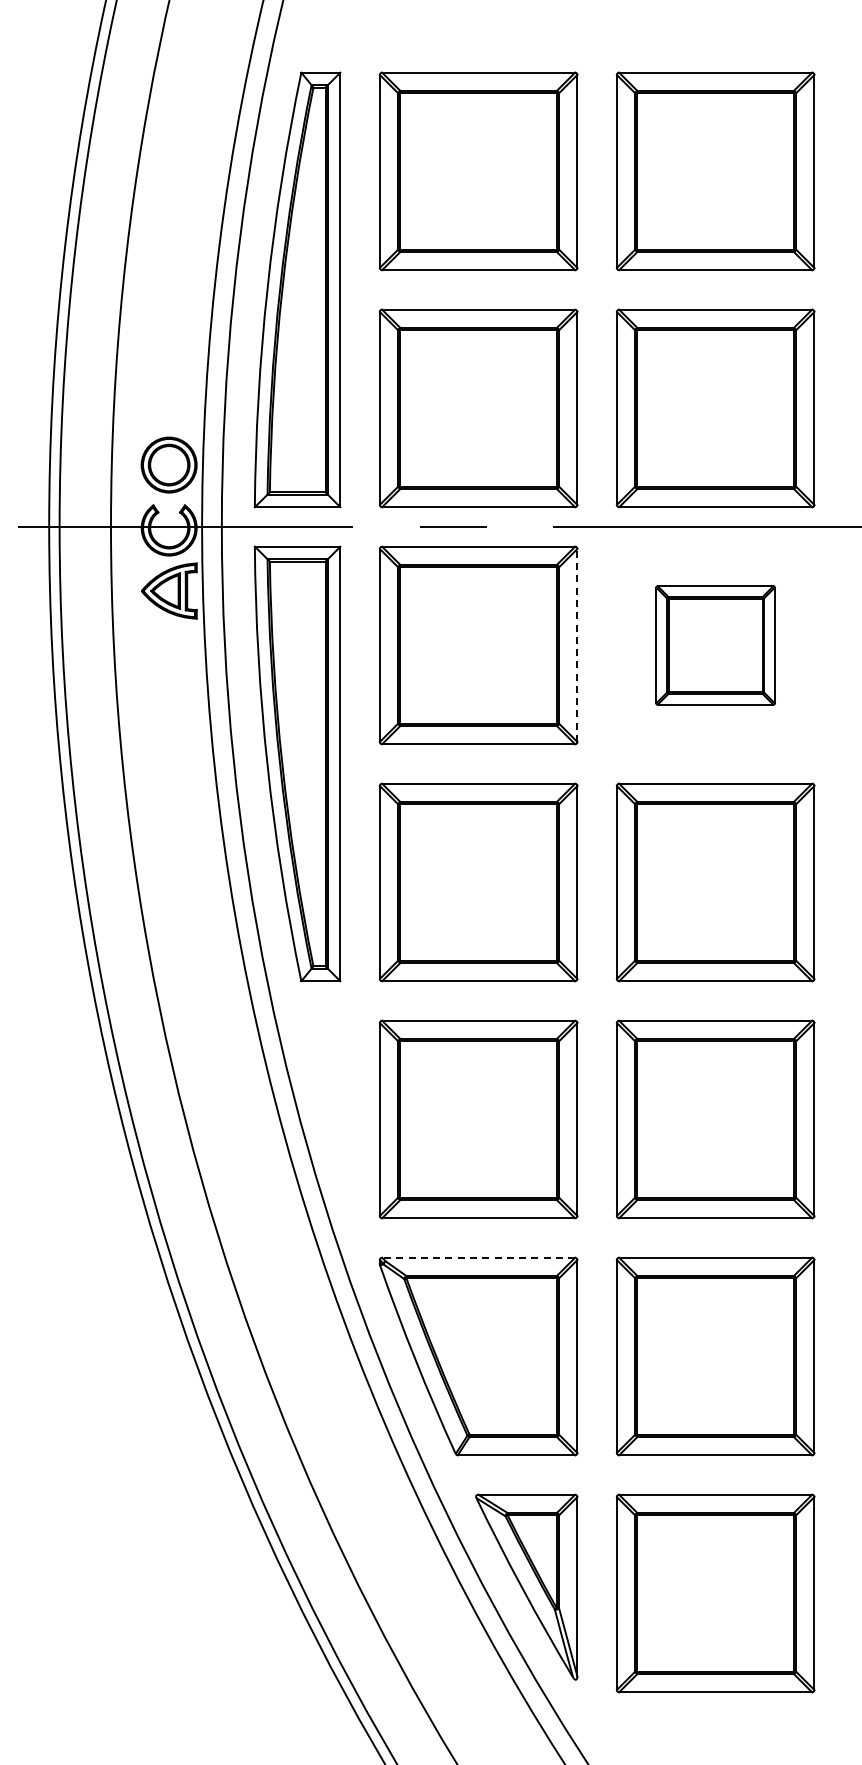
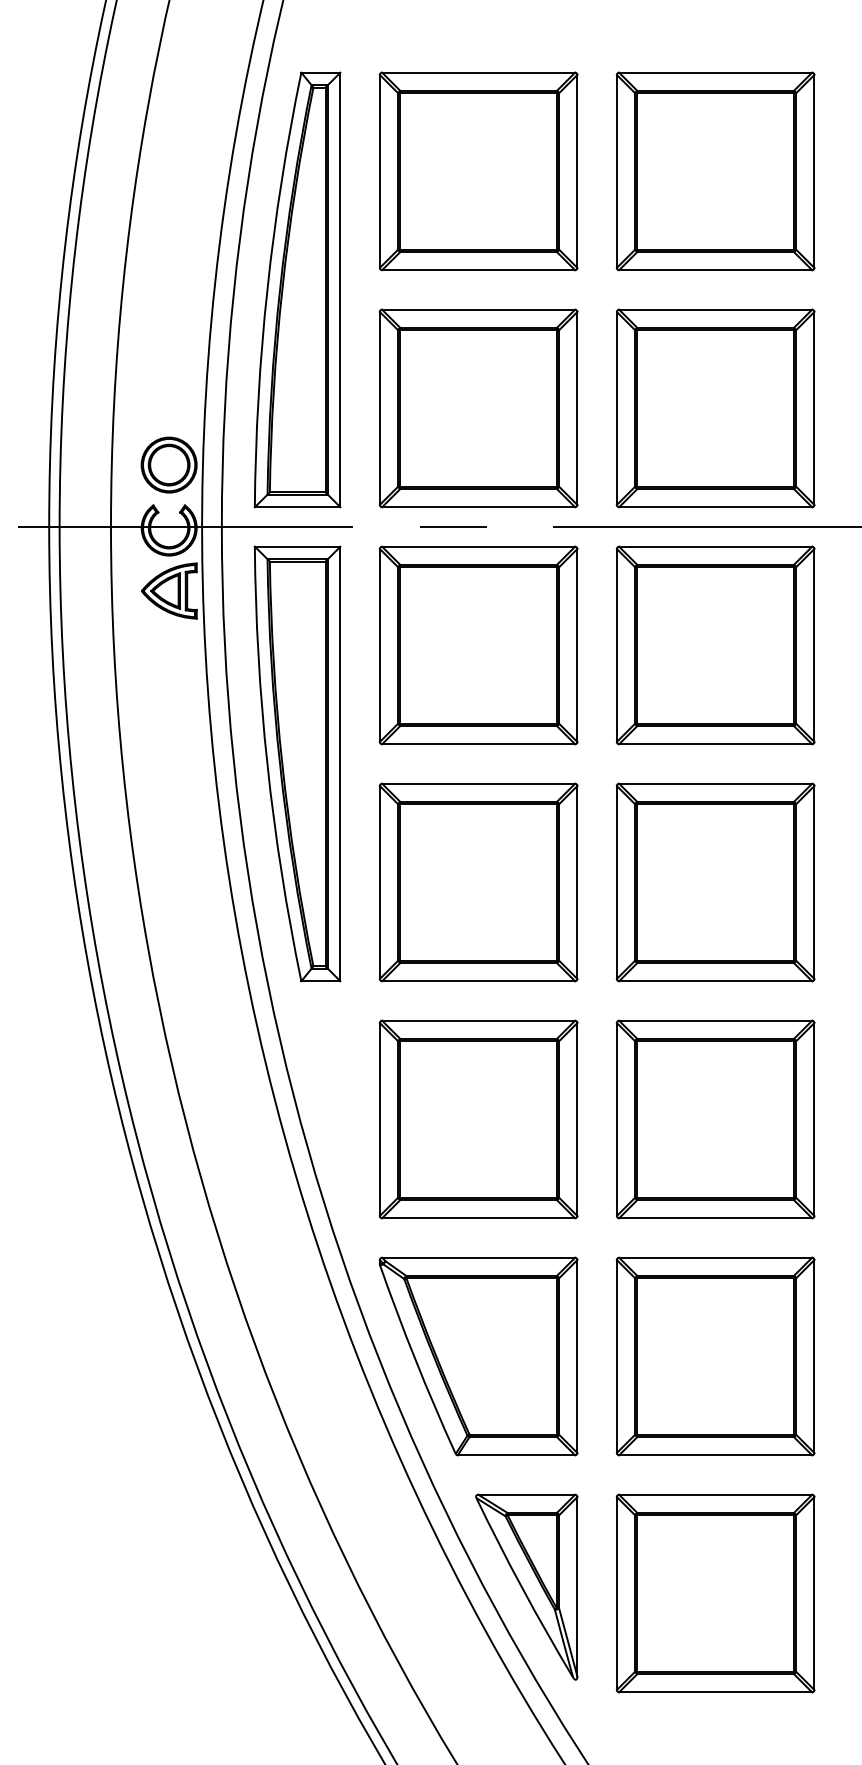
line at (577, 644): dashed -> solid
part at (715, 645) size: 121x121 px -> 201x201 px
line at (478, 1257): dashed -> solid
